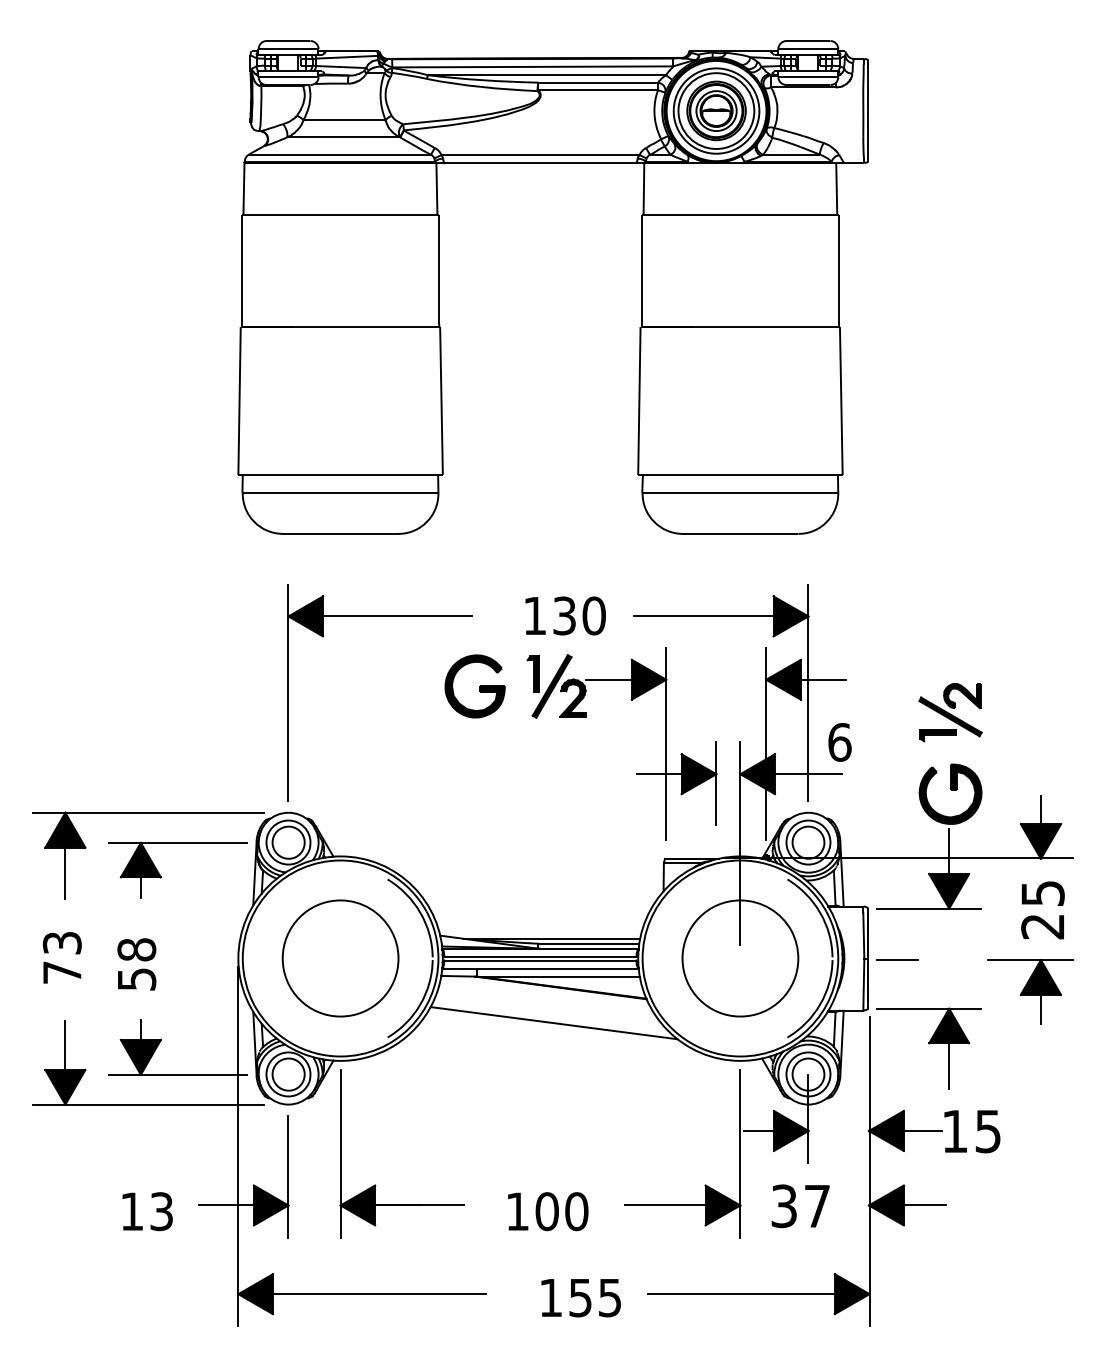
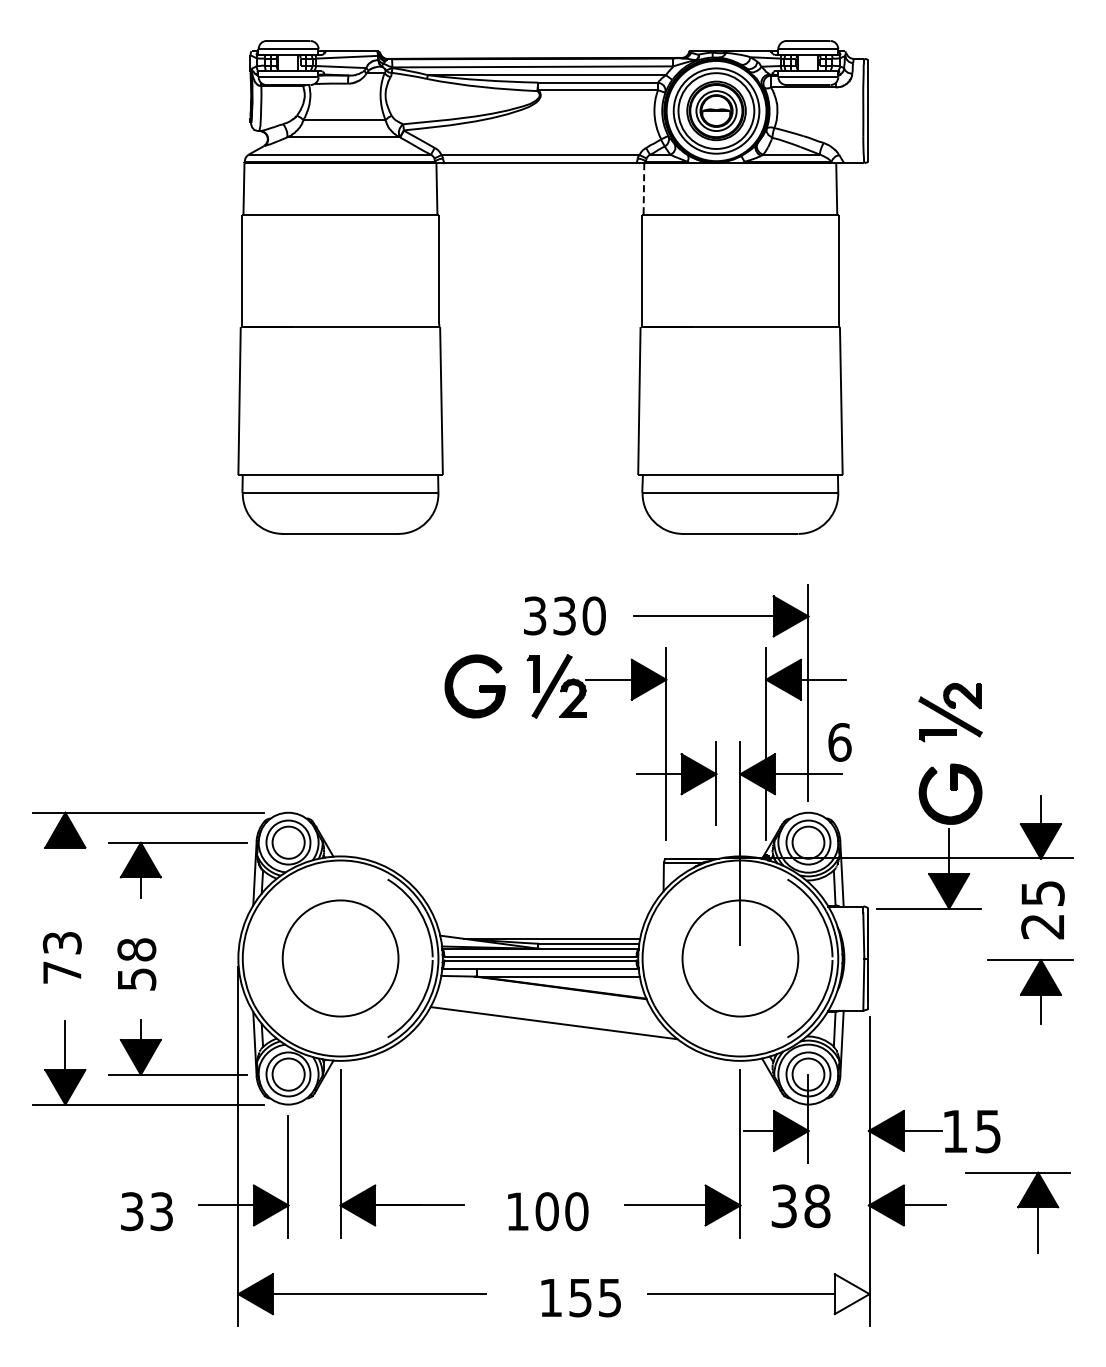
line at (643, 189): solid -> dashed
text at (535, 615): 130 -> 330
part at (379, 616): present -> none
line at (65, 873): present -> none
line at (897, 960): present -> none
part at (928, 1048) position: (928, 1048) -> (1017, 1212)
text at (817, 1206): 37 -> 38
text at (132, 1211): 13 -> 33
fill at (851, 1294): present -> none
